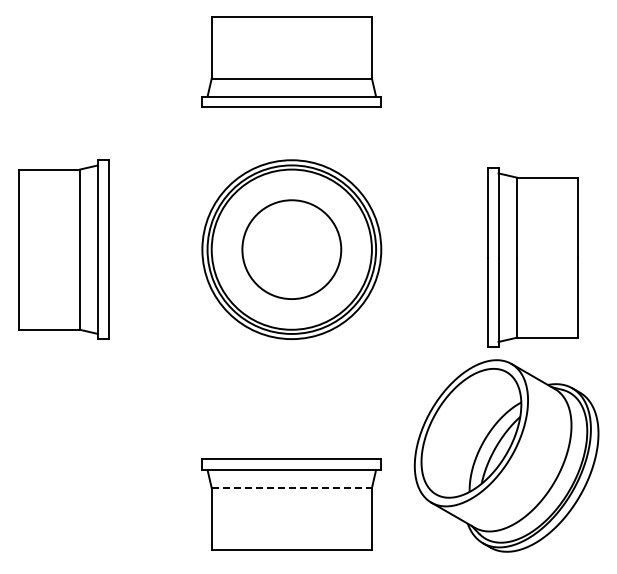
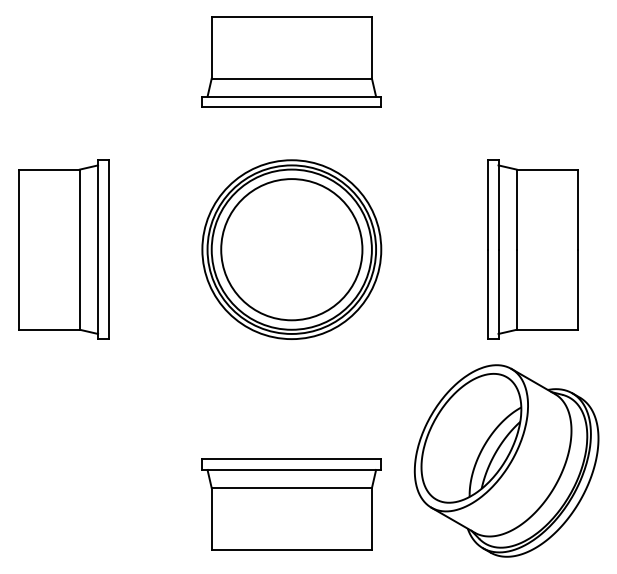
circle at (291, 249) diameter: 99 px -> 141 px
part at (532, 257) position: (532, 257) -> (532, 249)
part at (506, 455) position: (506, 455) -> (506, 460)
line at (292, 488): dashed -> solid
